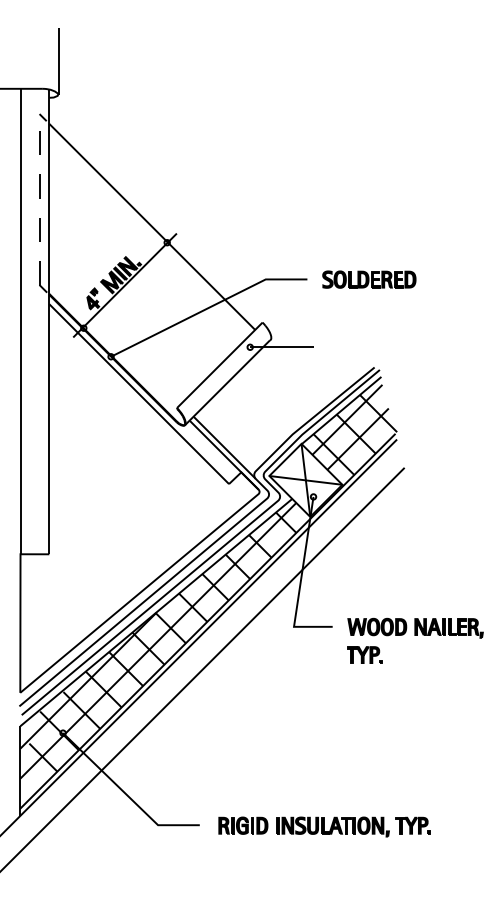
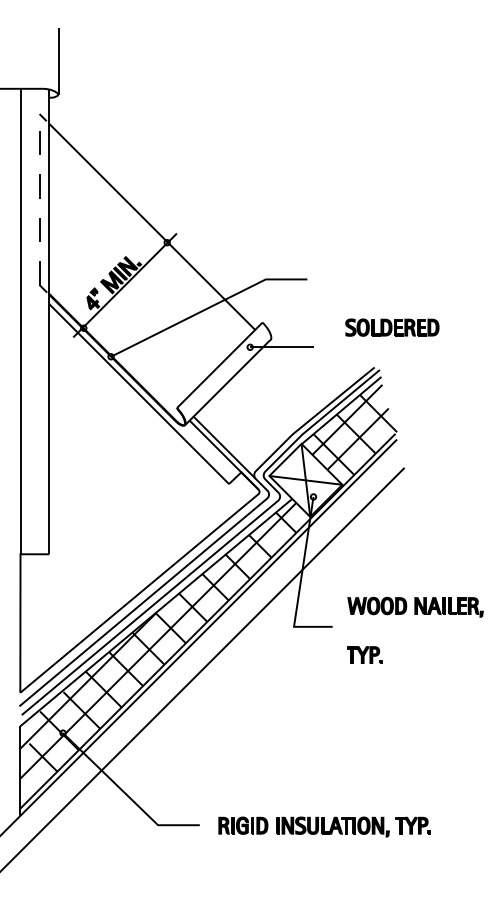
part at (369, 279) position: (369, 279) -> (392, 327)
part at (415, 627) position: (415, 627) -> (415, 606)
